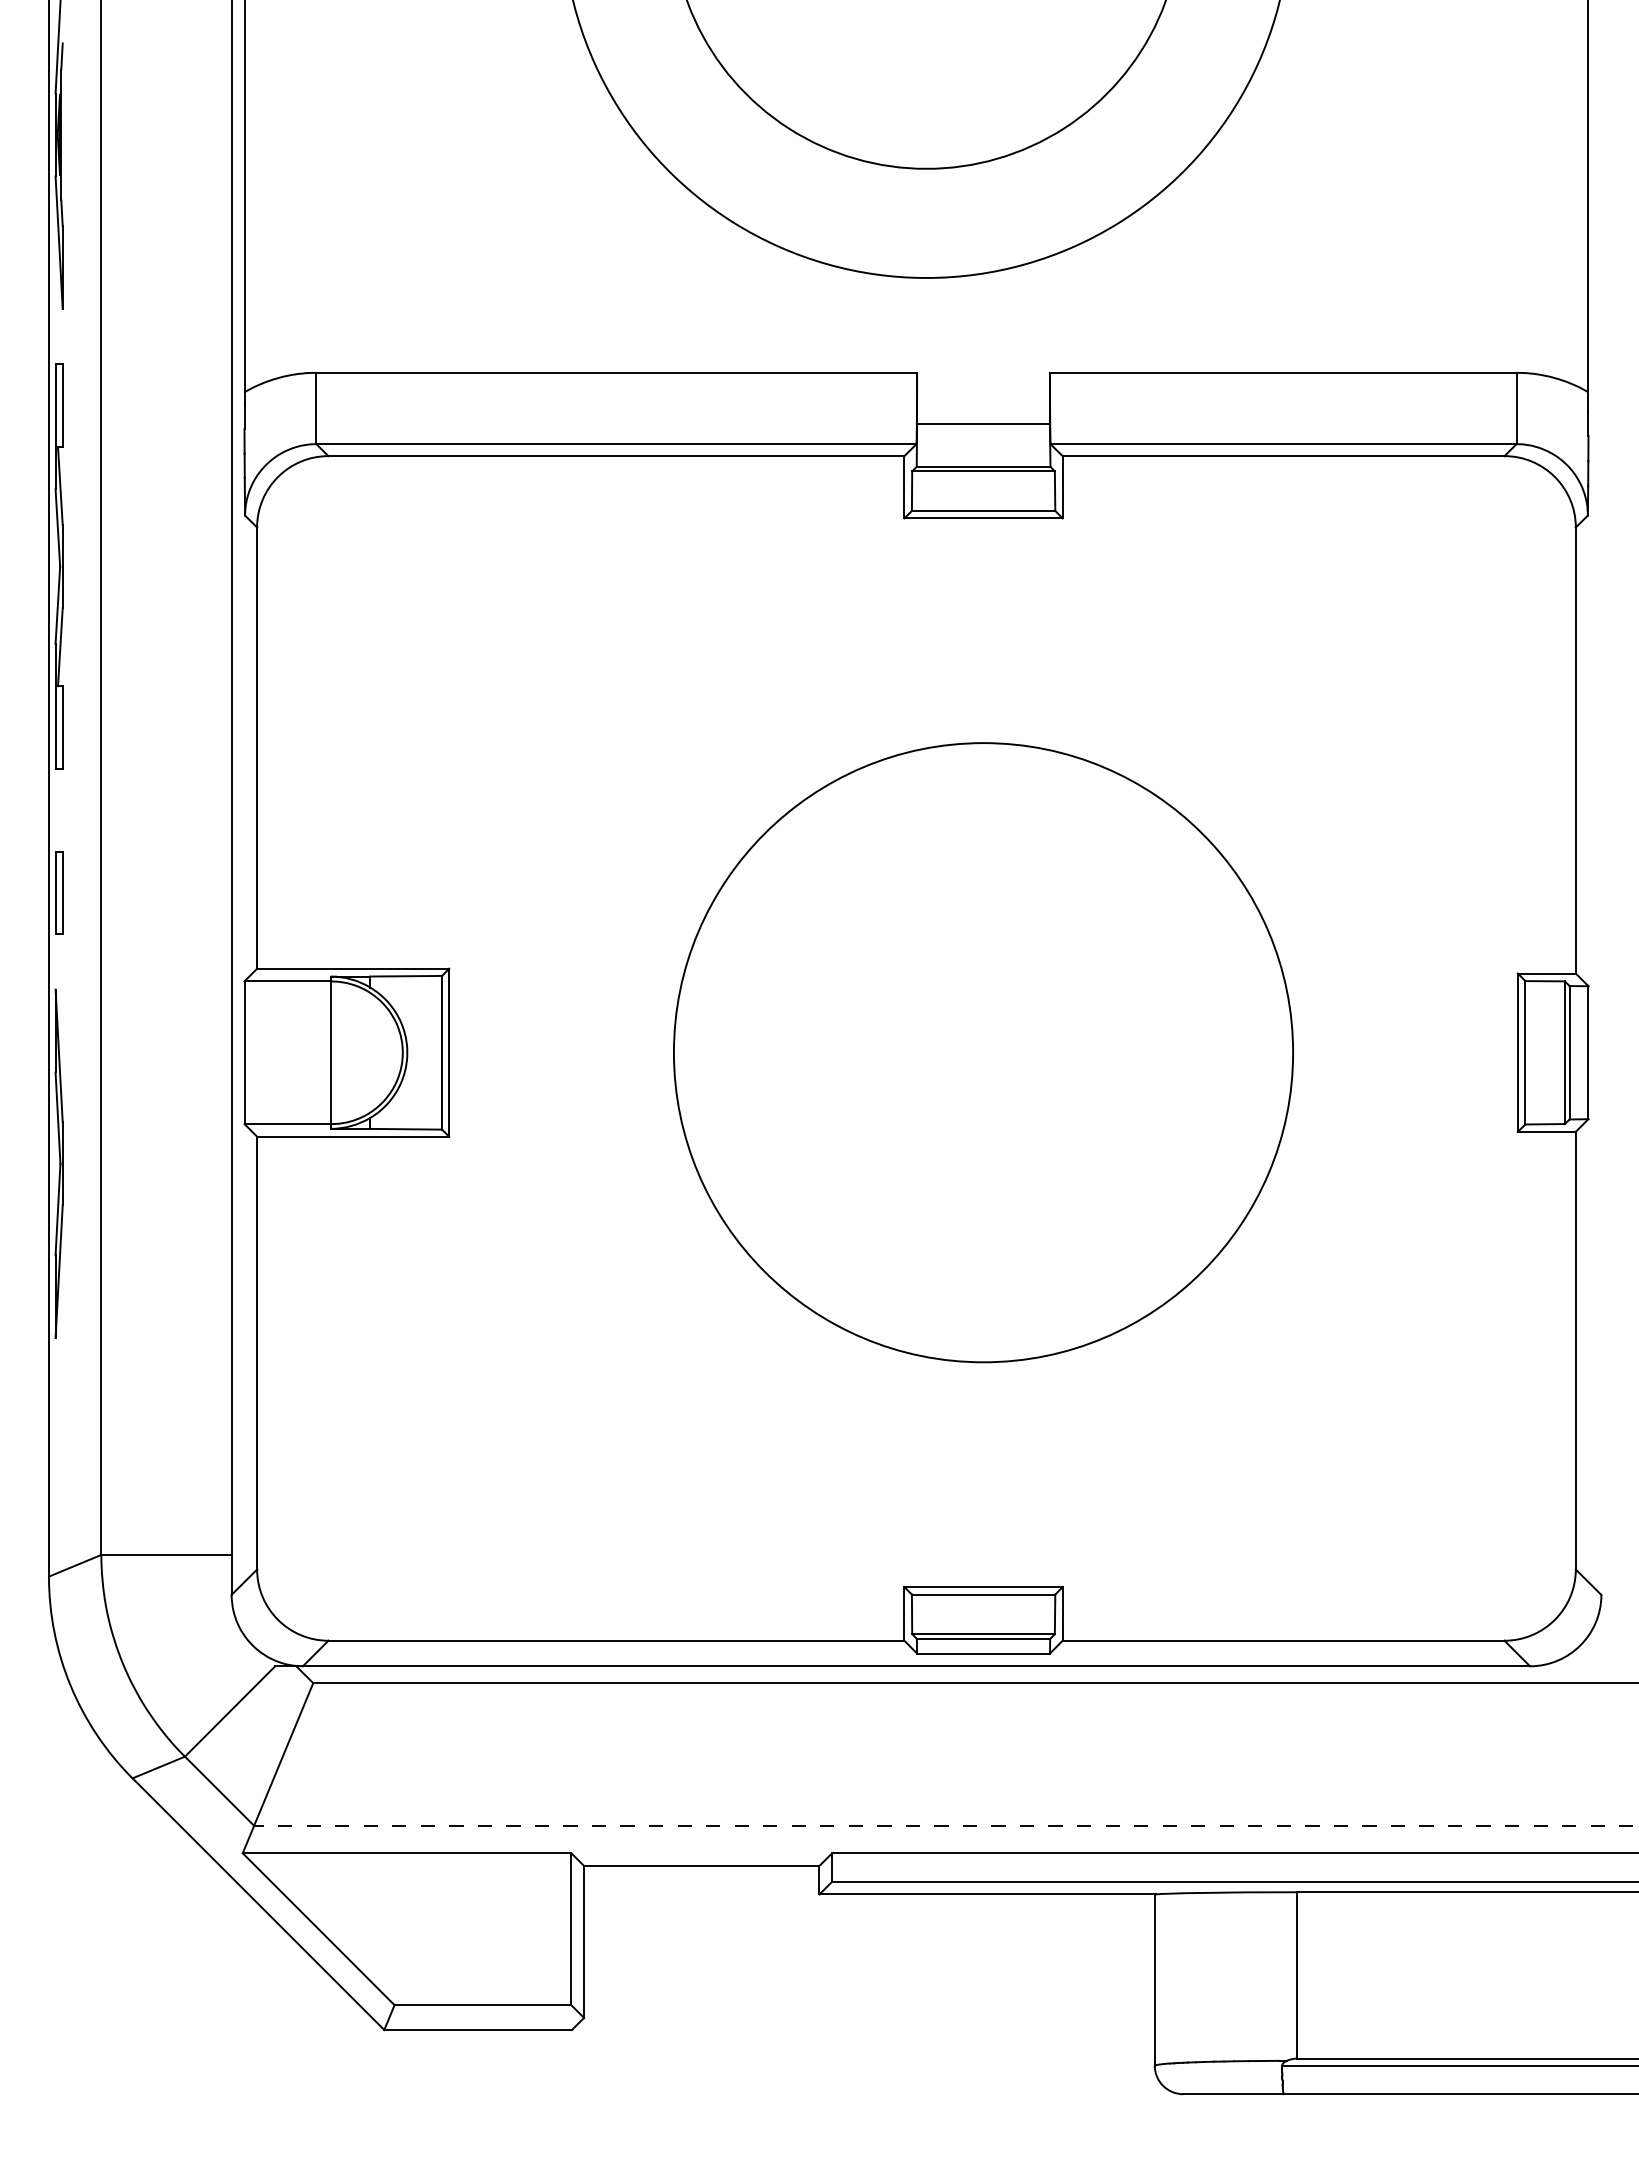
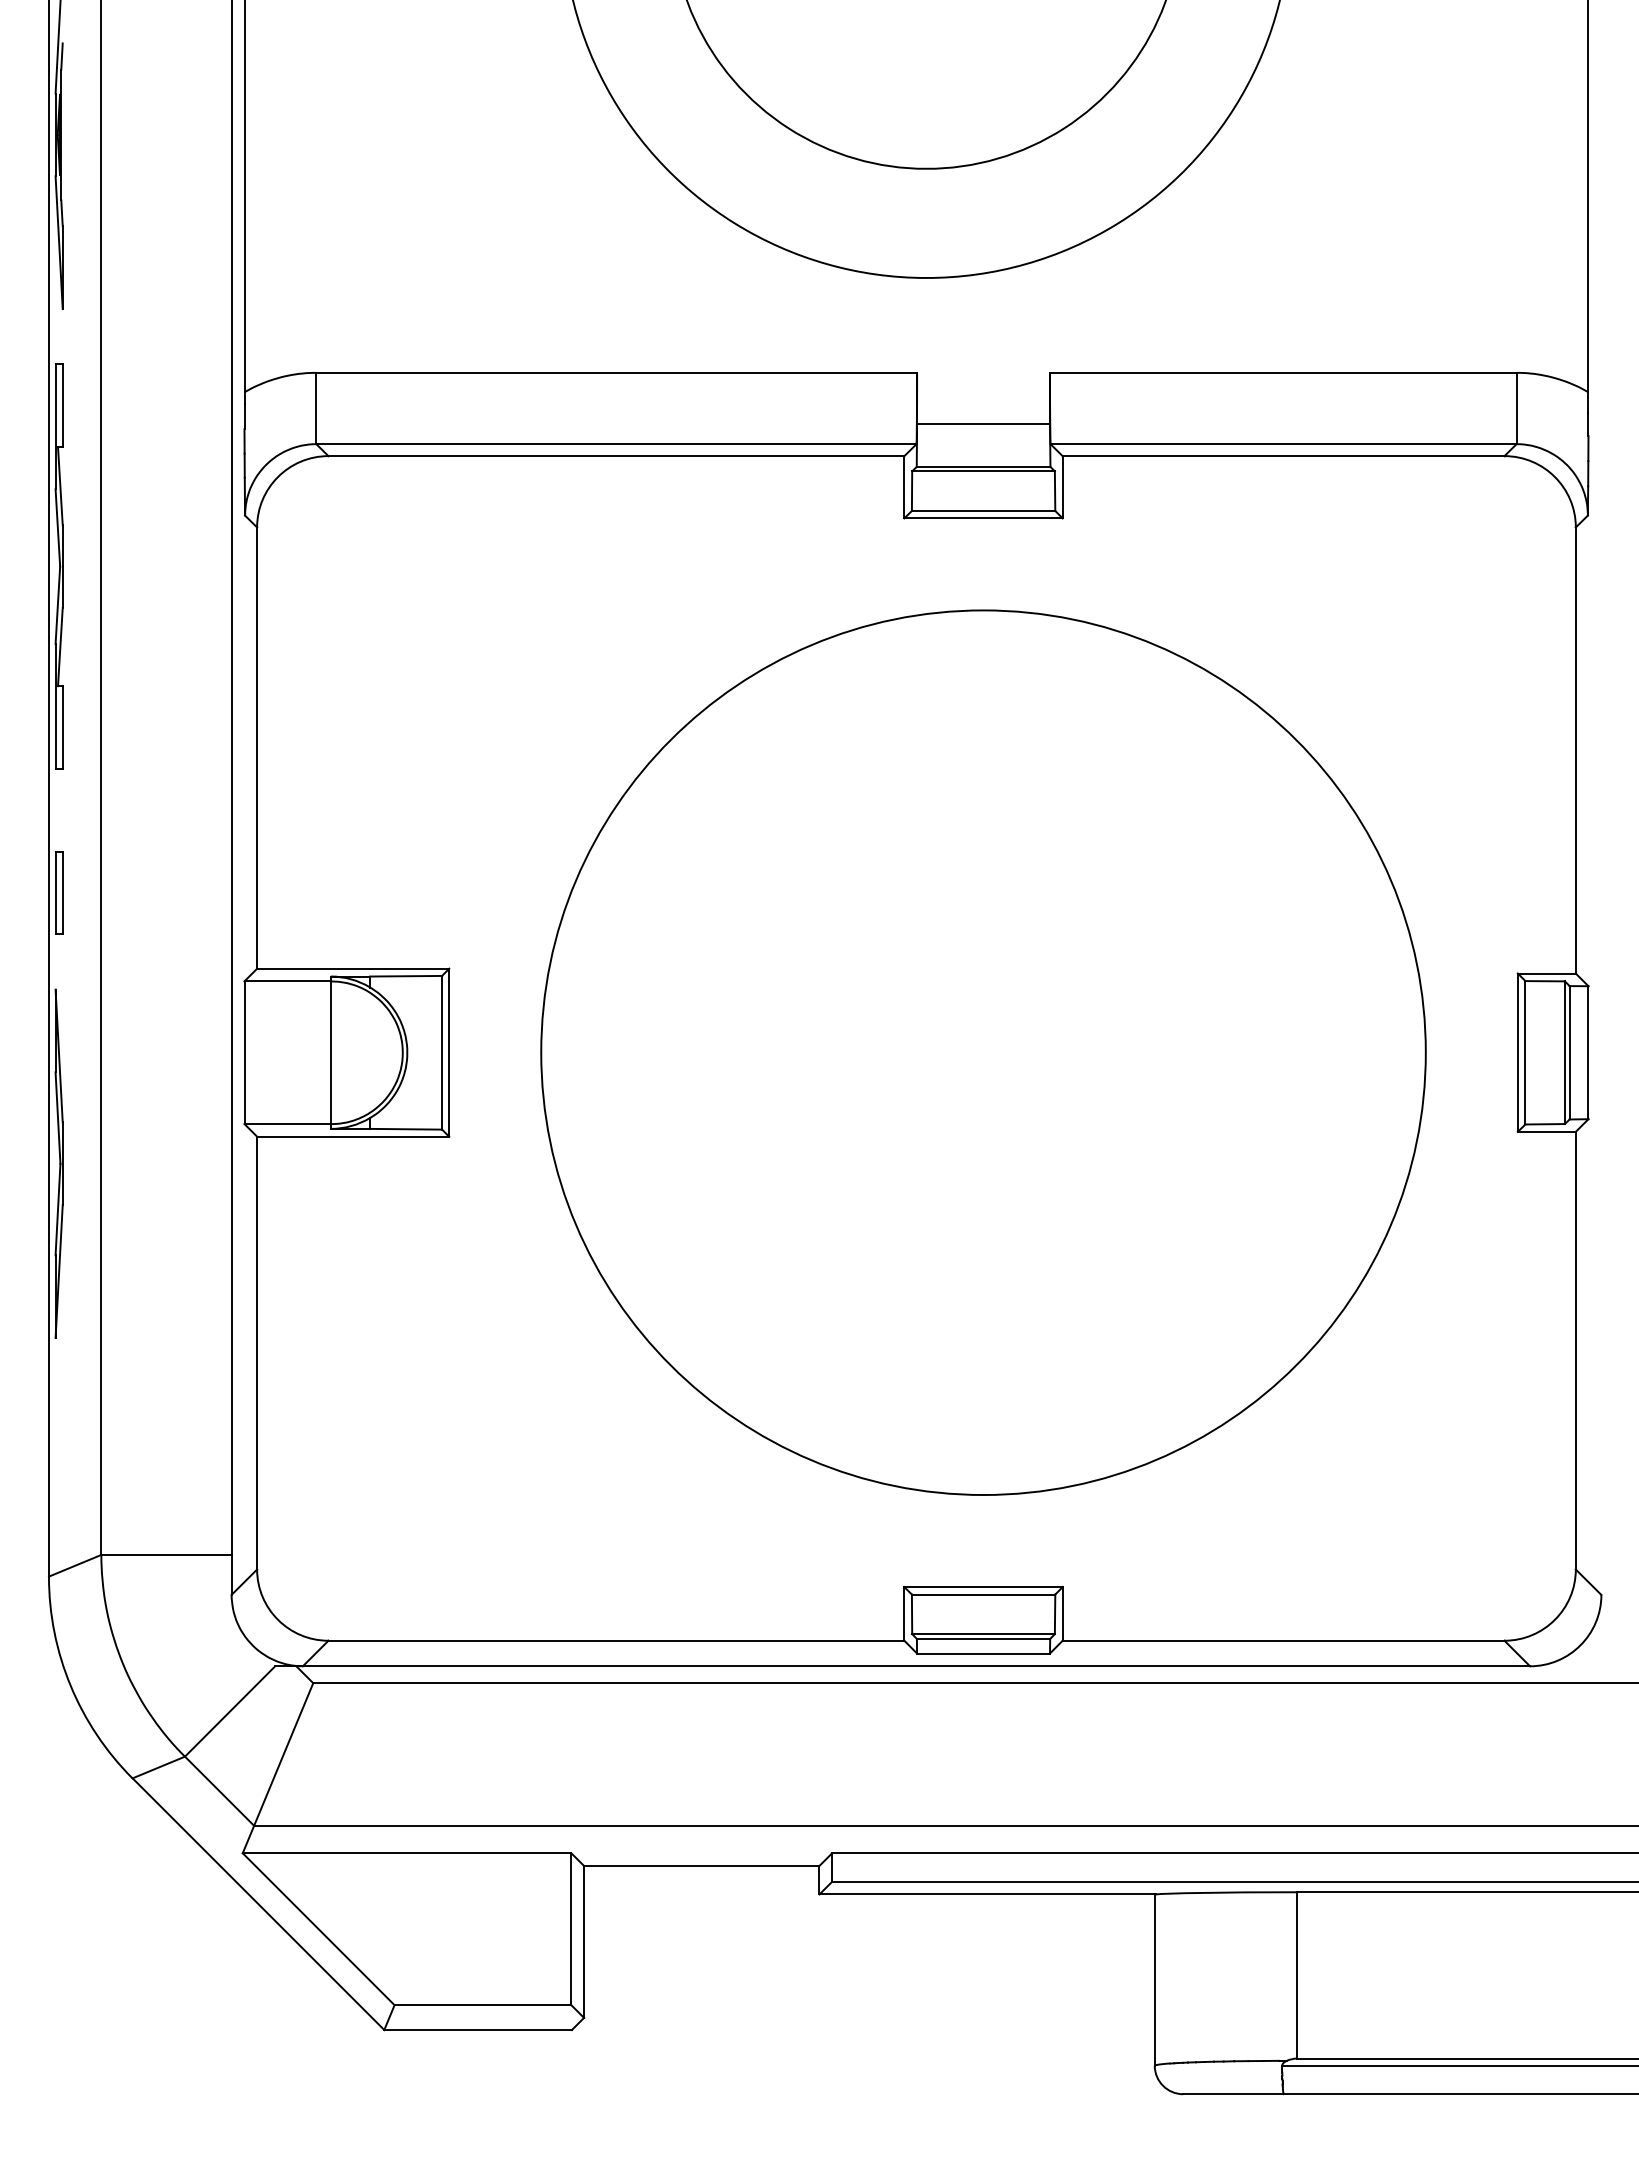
circle at (983, 1052) diameter: 619 px -> 885 px
line at (946, 1825): dashed -> solid
